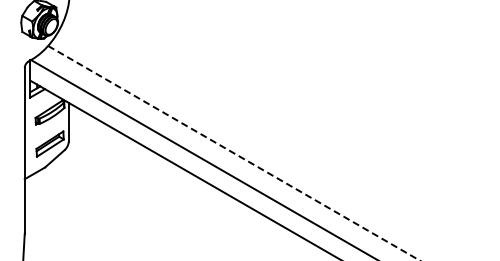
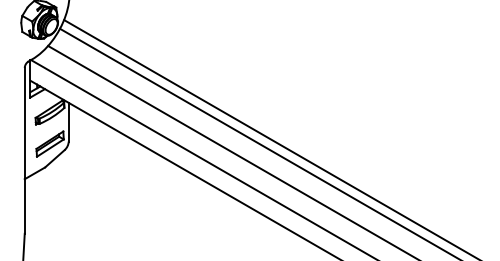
line at (269, 138): none -> present
line at (258, 142): none -> present
line at (234, 153): dashed -> solid
